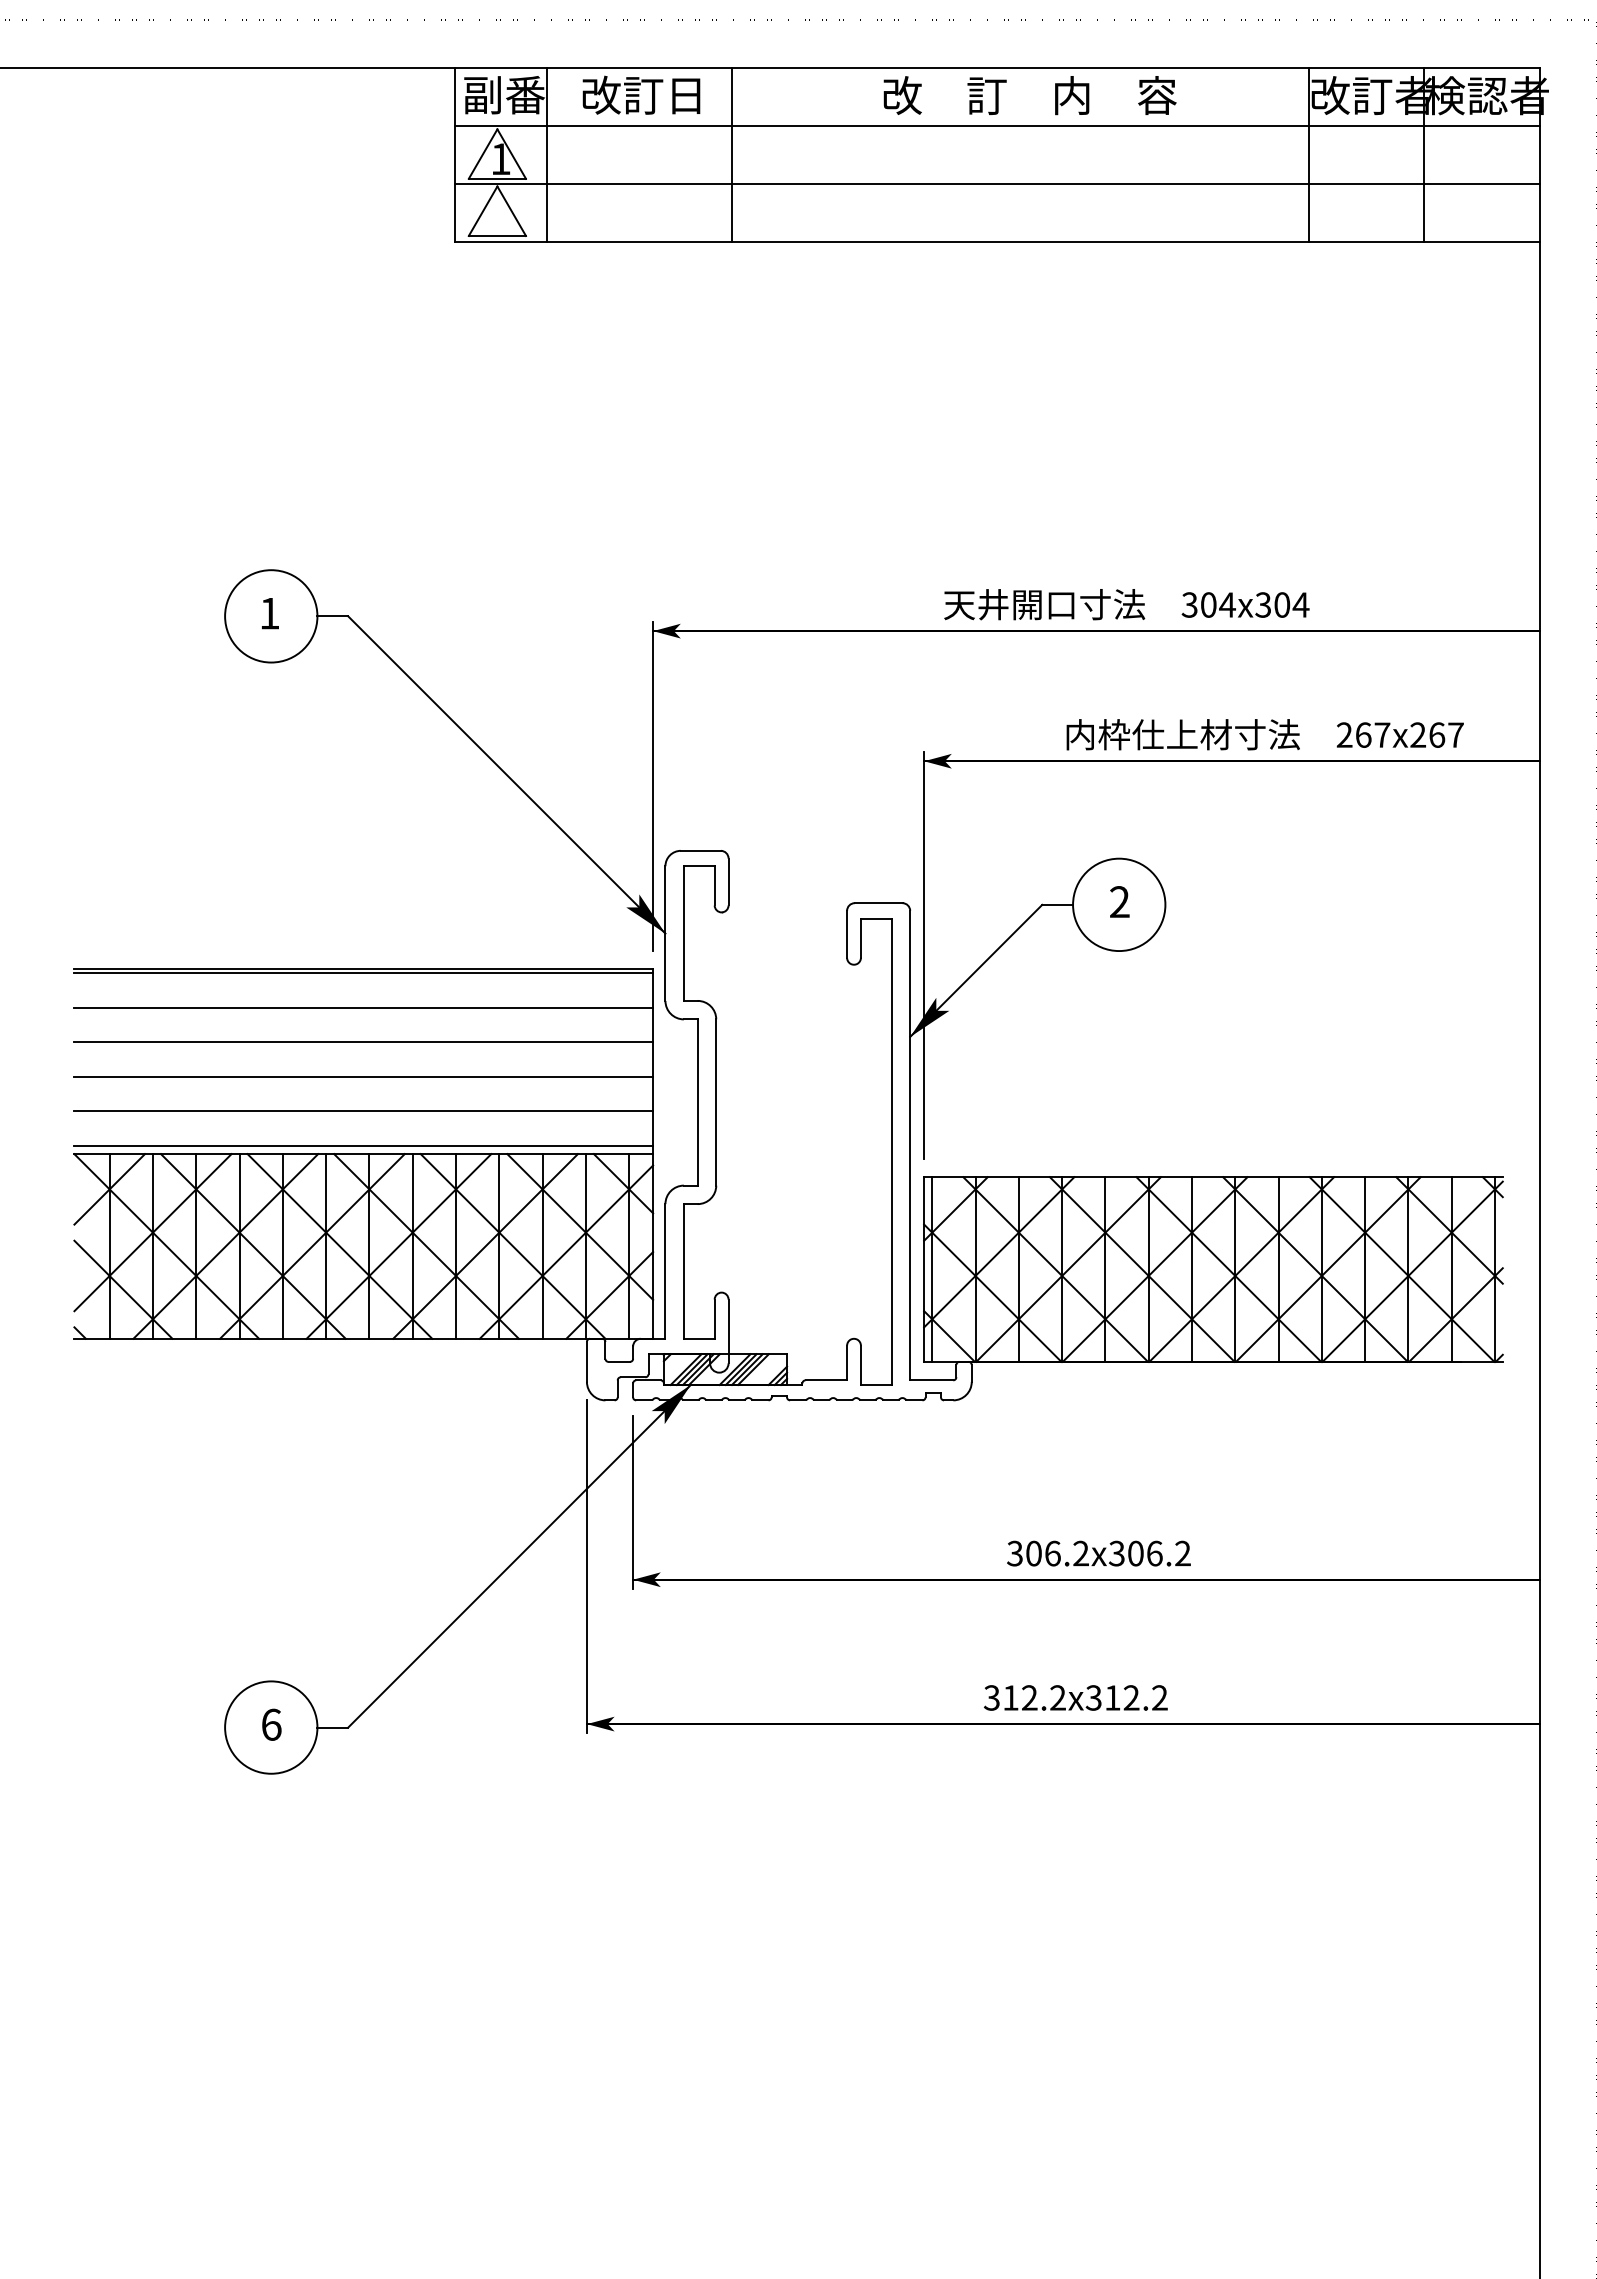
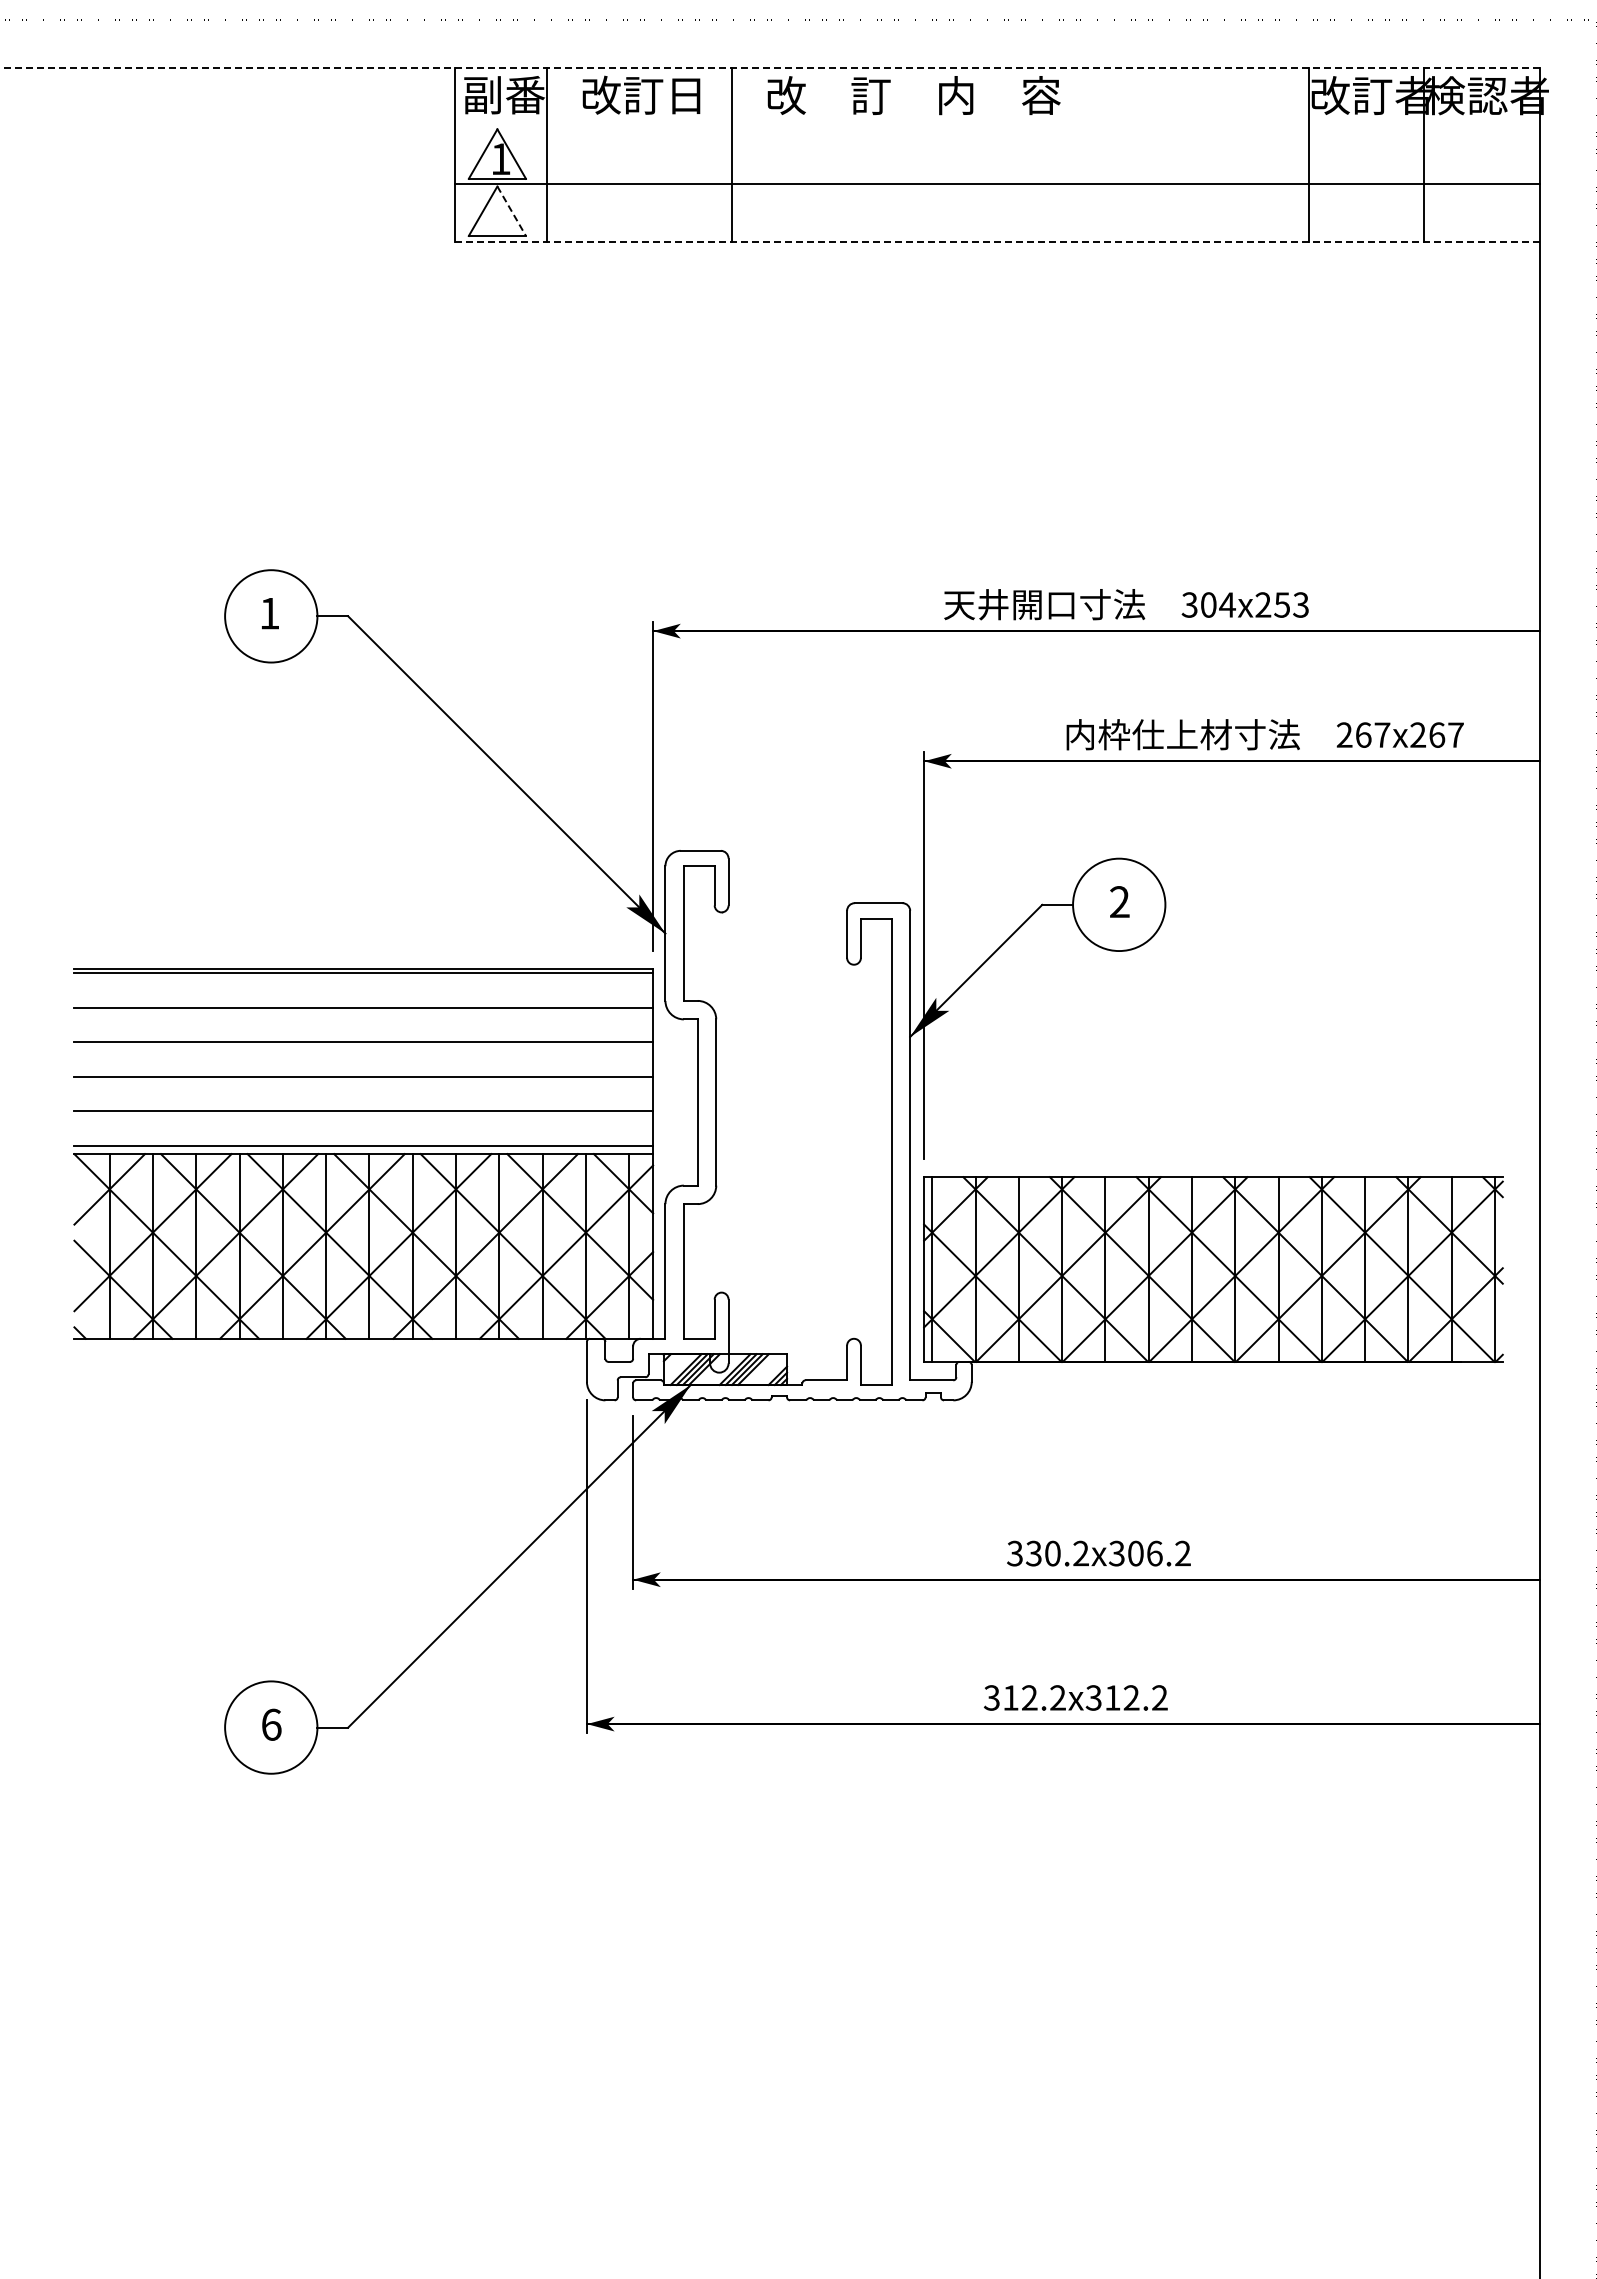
line at (769, 68): solid -> dashed
text at (1029, 95) position: (1029, 95) -> (913, 95)
line at (996, 126): present -> none
line at (511, 211): solid -> dashed
line at (997, 241): solid -> dashed
text at (1282, 604): 304x304 -> 304x253
text at (1042, 1553): 306.2x306.2 -> 330.2x306.2
